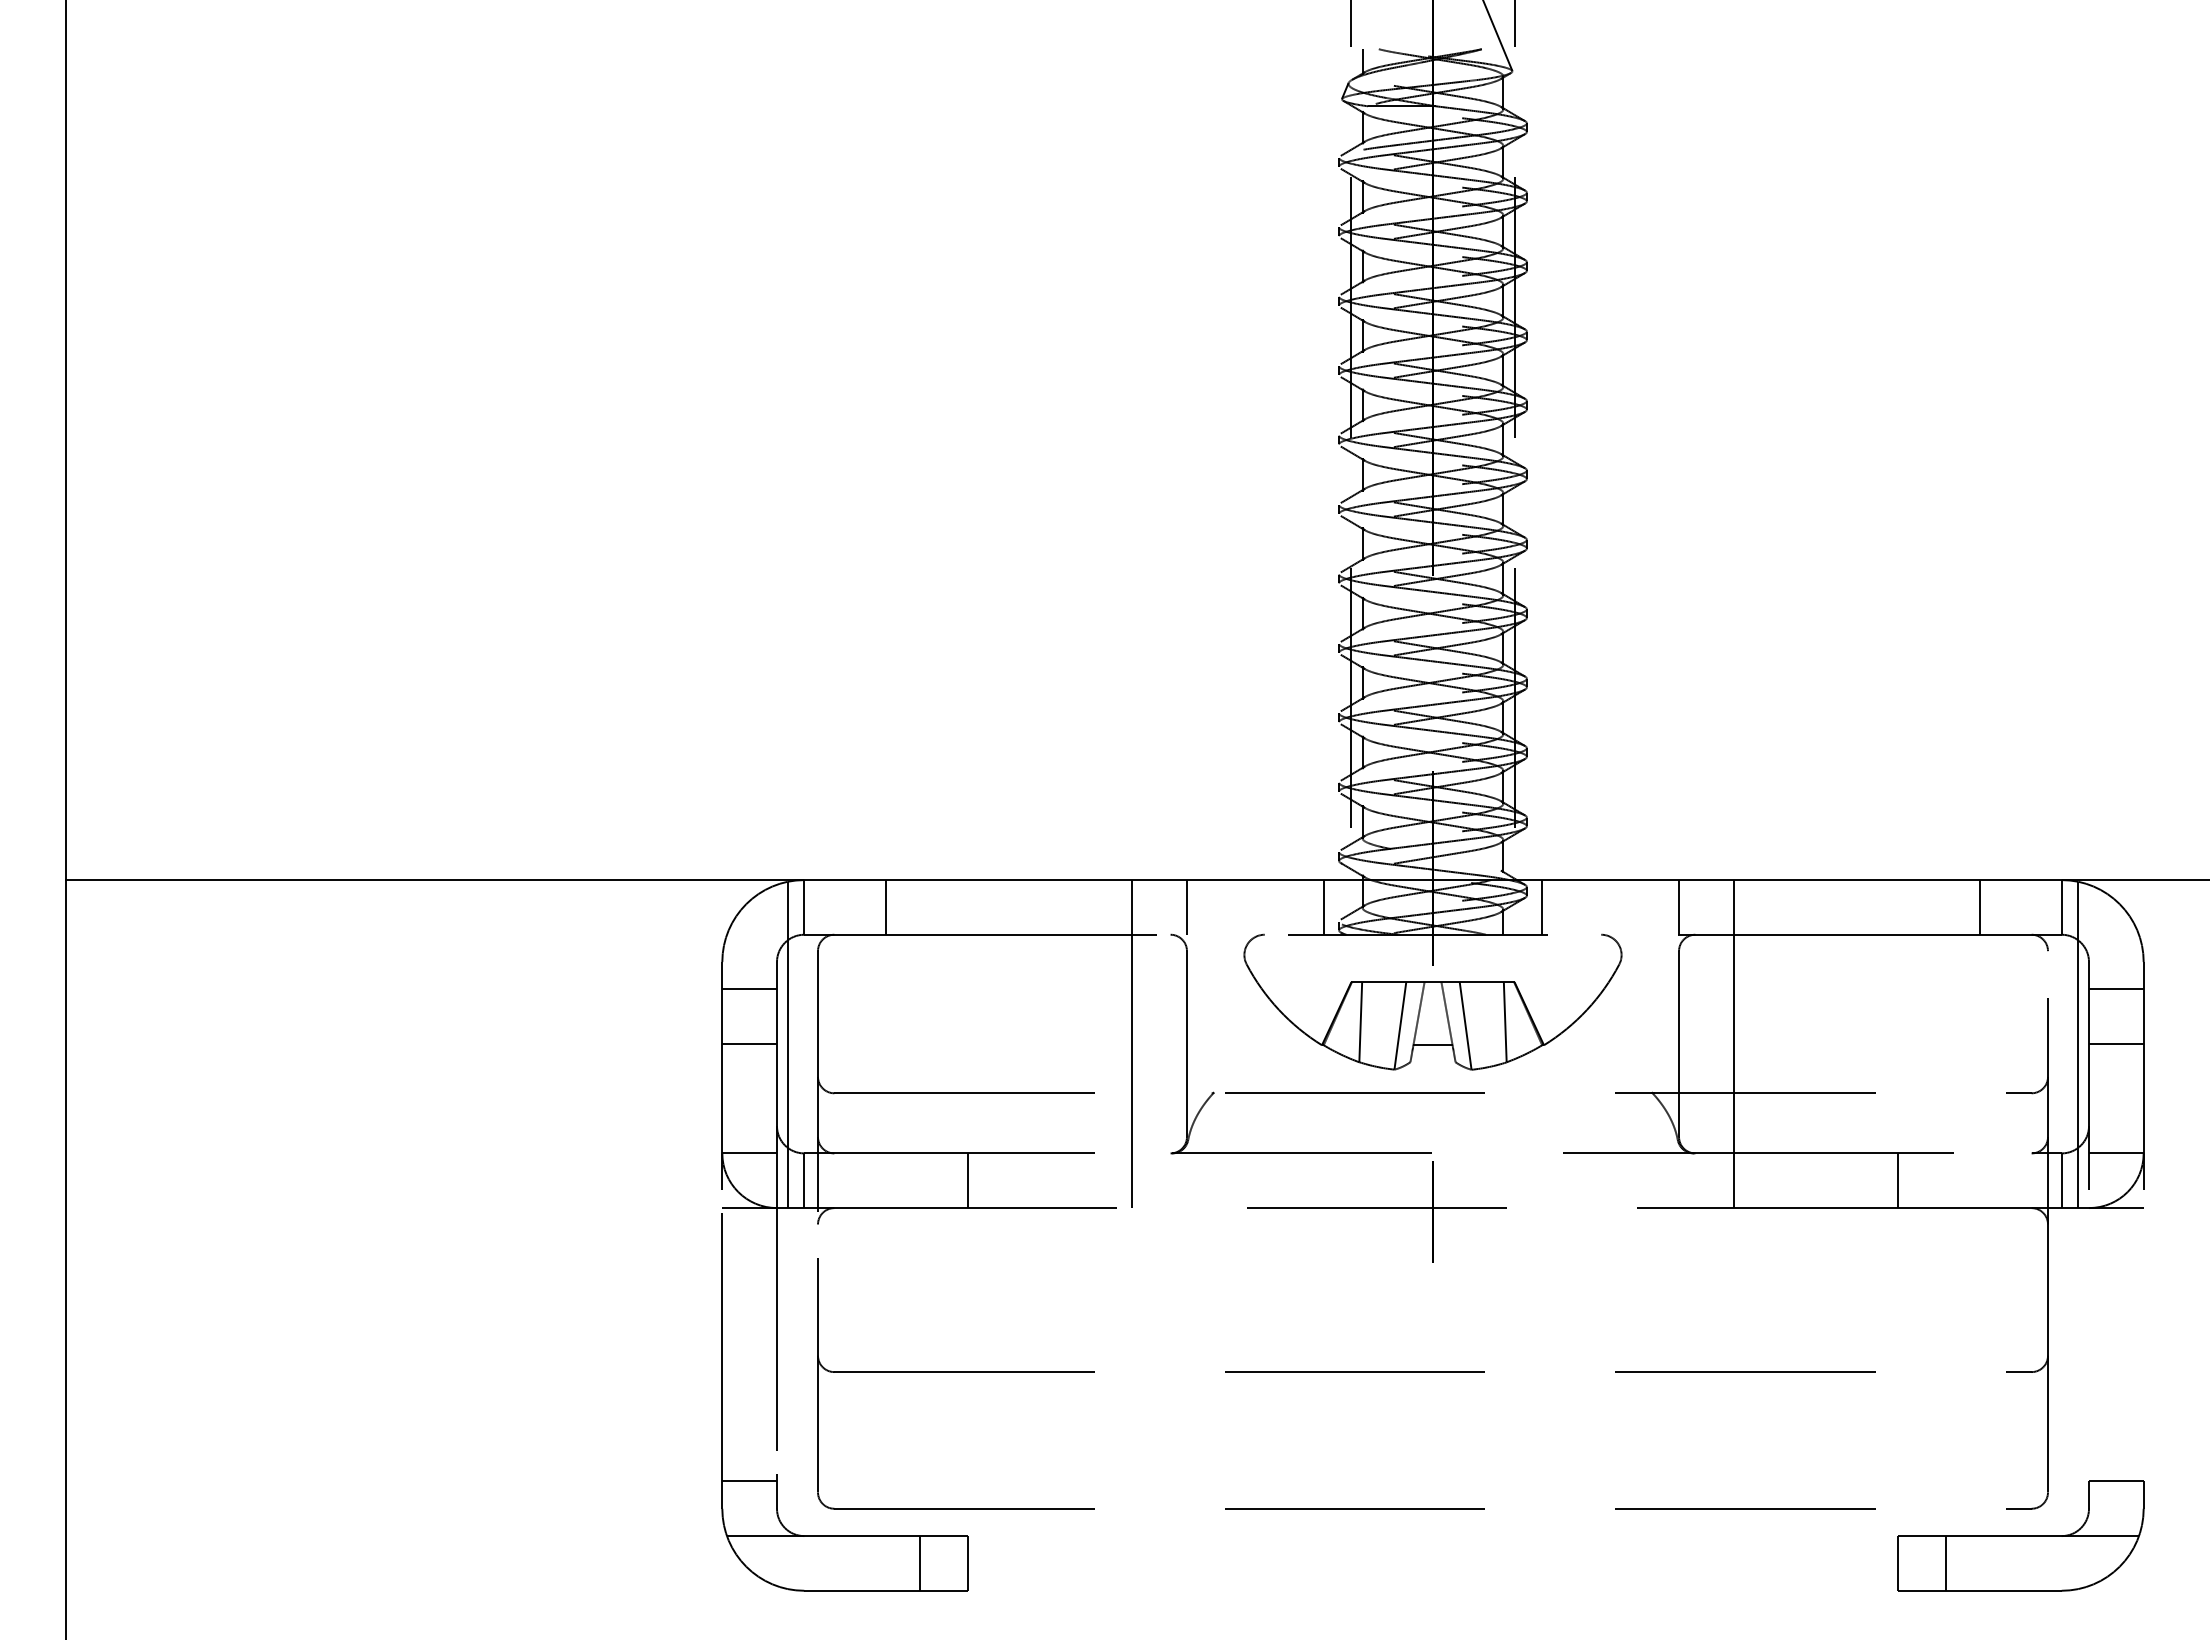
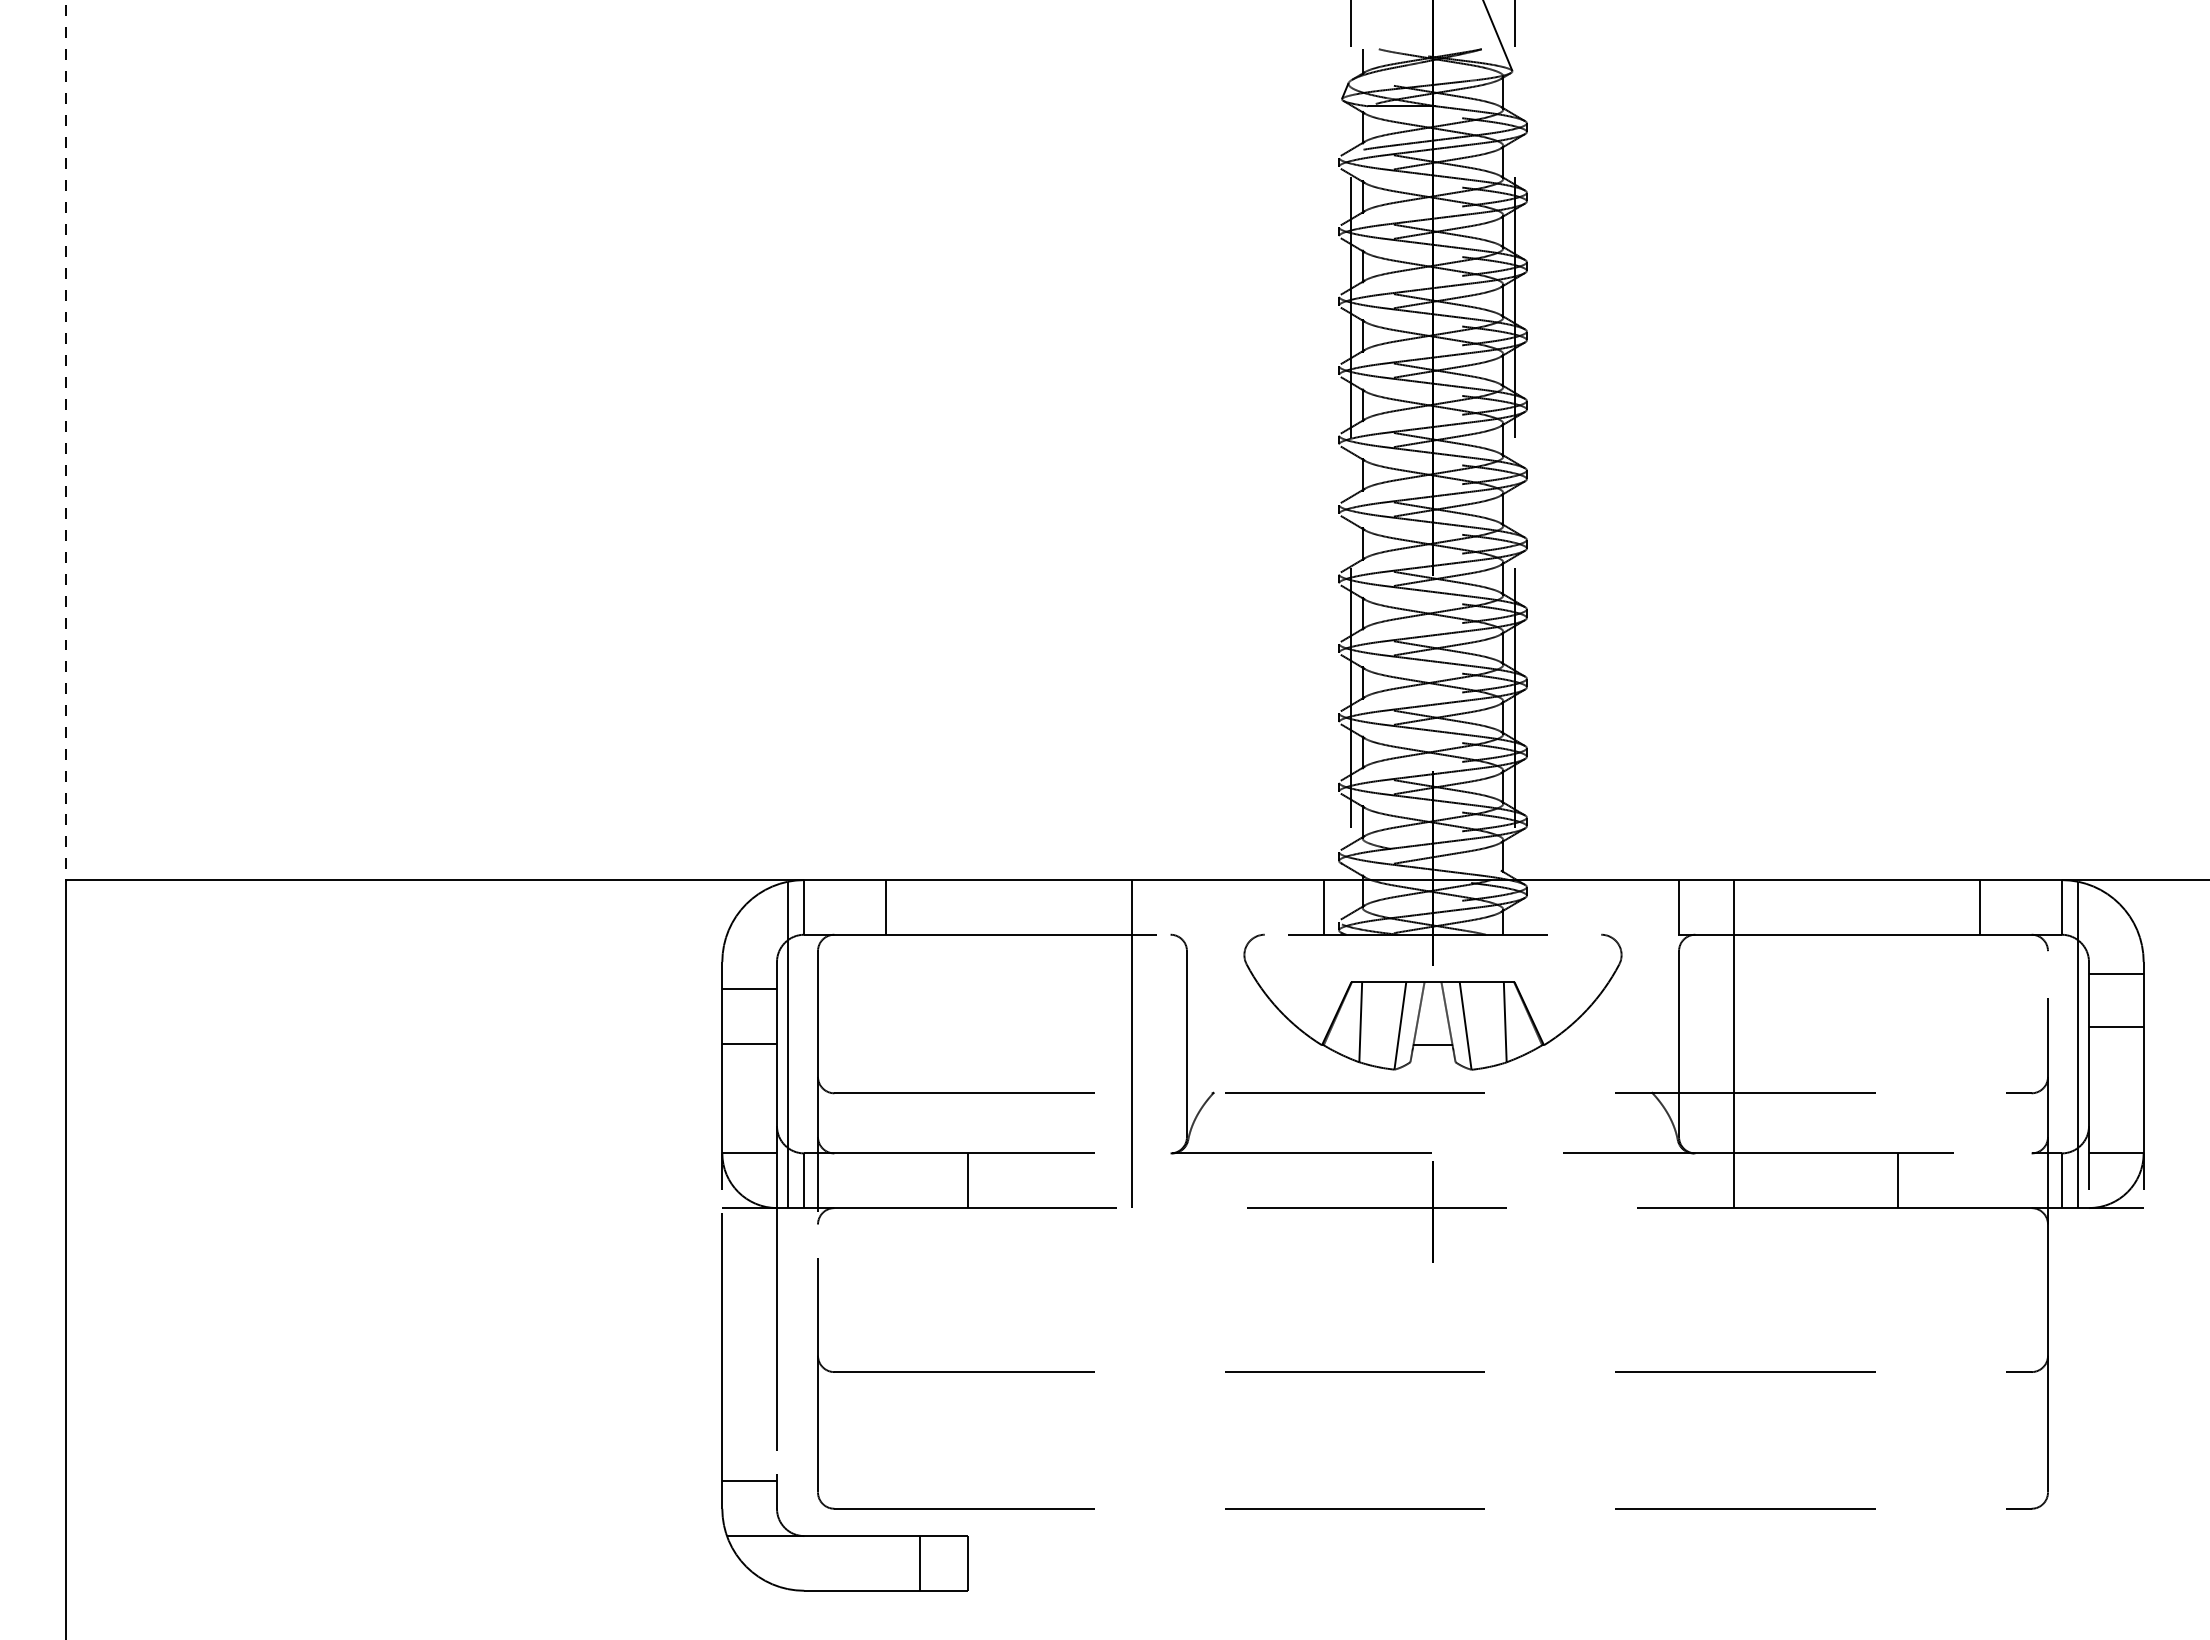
line at (66, 440): solid -> dashed
line at (1187, 907): present -> none
line at (1542, 907): present -> none
line at (2116, 989) position: (2116, 989) -> (2116, 974)
line at (2116, 1044) position: (2116, 1044) -> (2116, 1027)
part at (2020, 1535): present -> none
